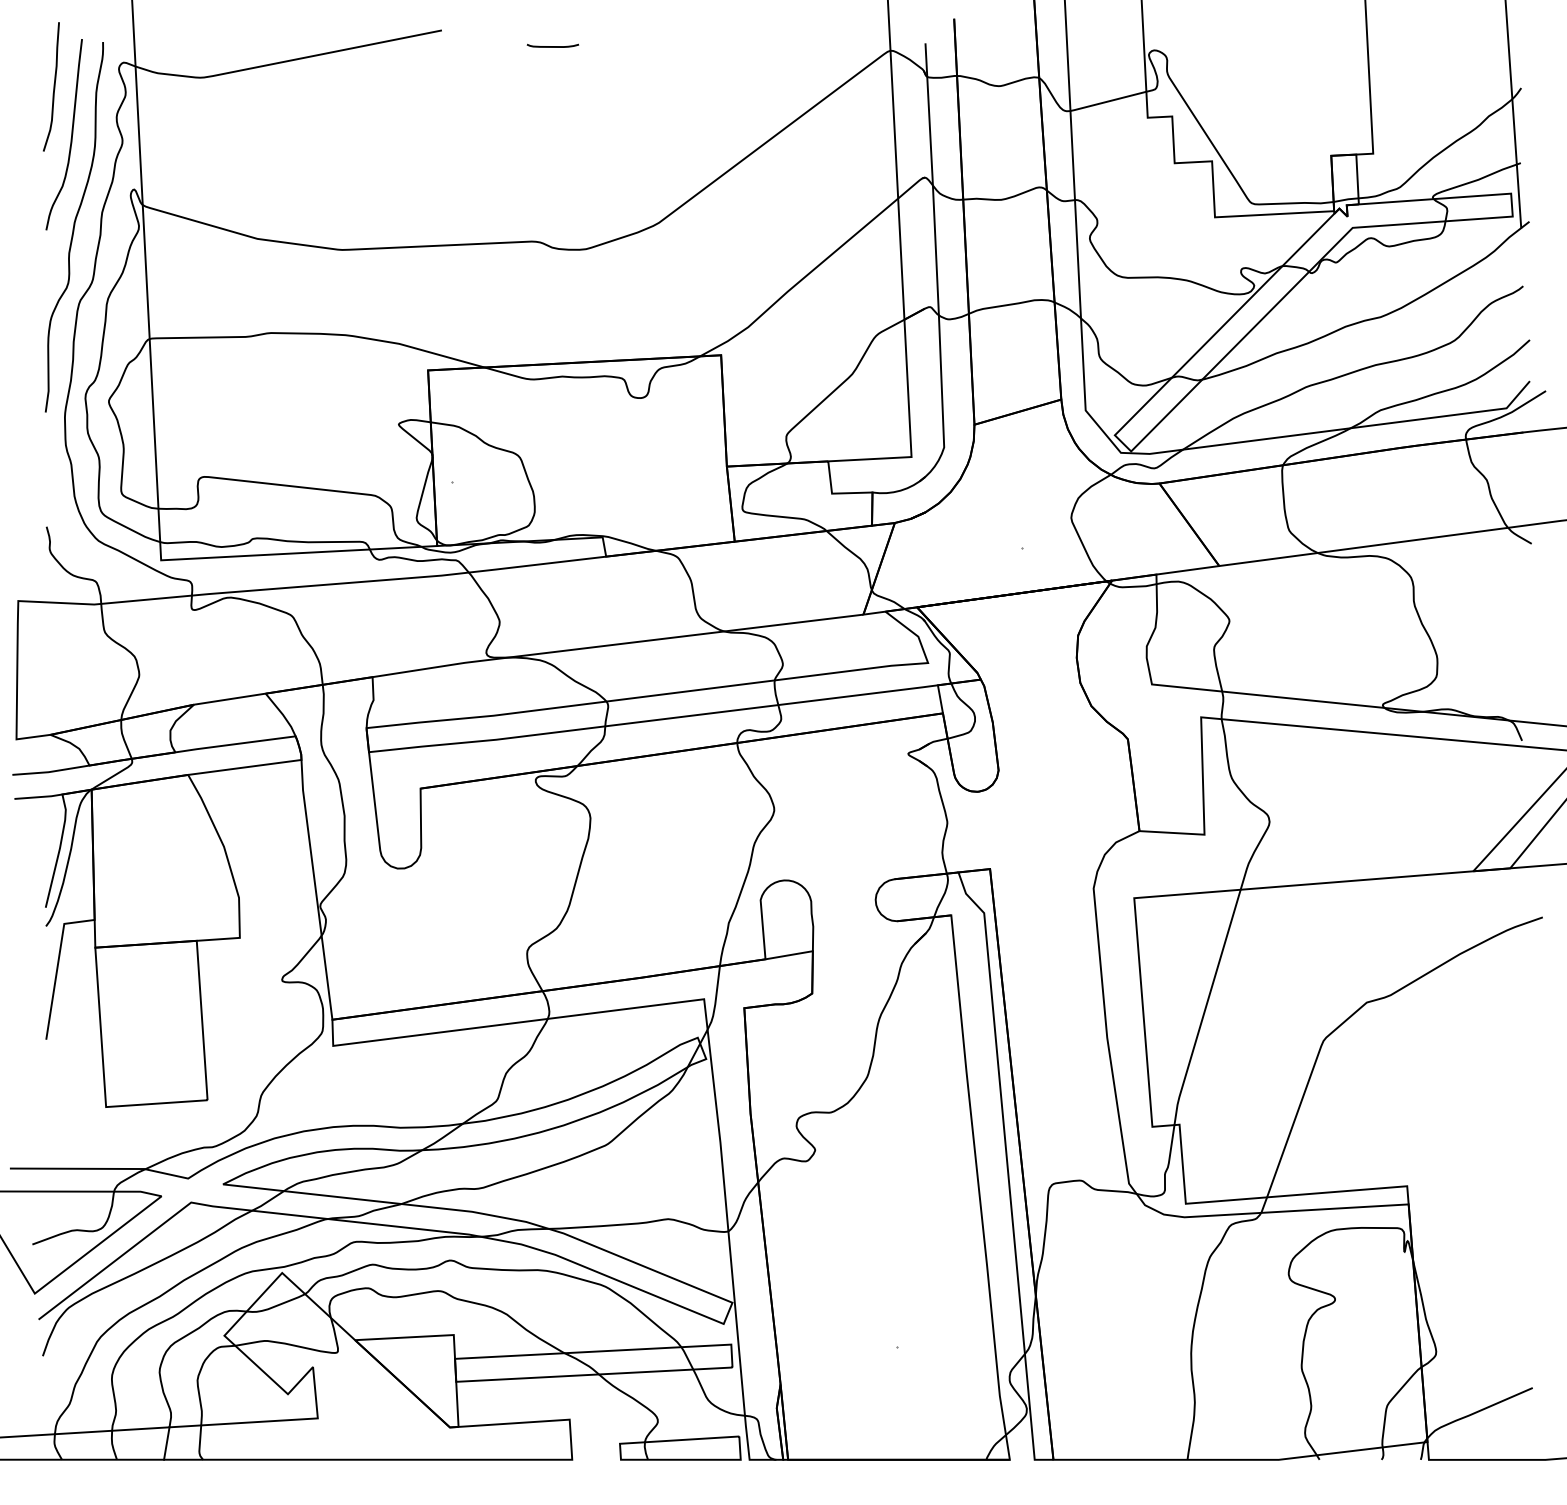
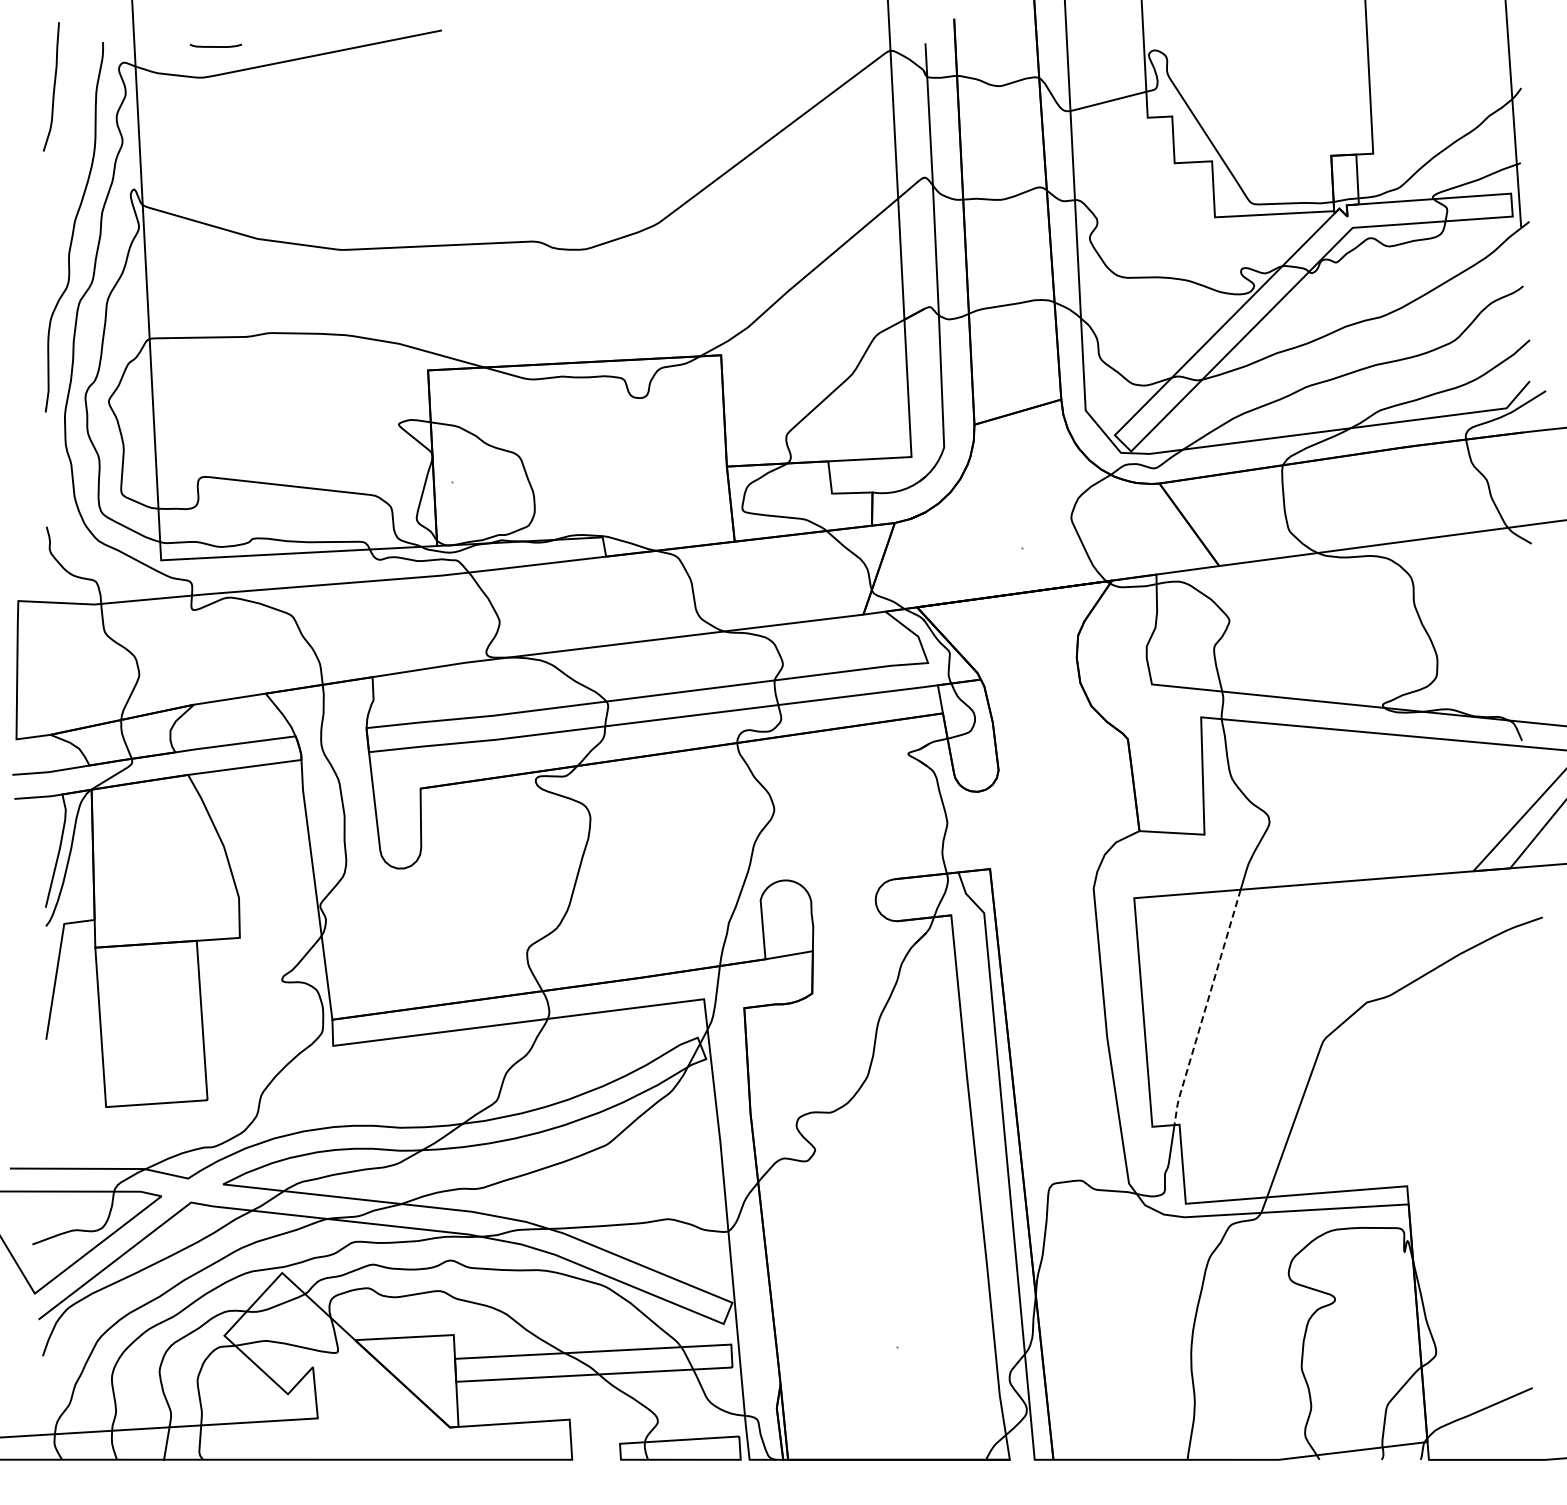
curve at (552, 46) position: (552, 46) -> (215, 46)
curve at (71, 134): present -> none
line at (1205, 1008): solid -> dashed
